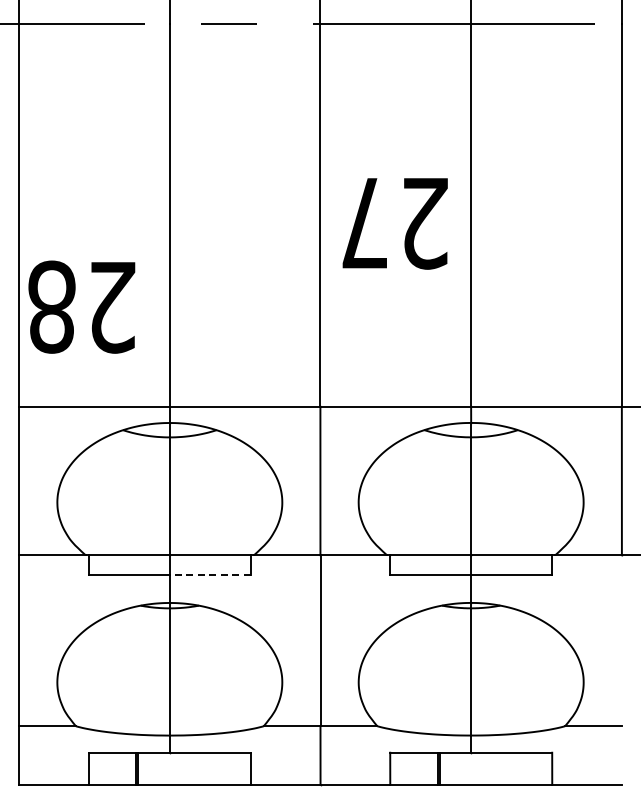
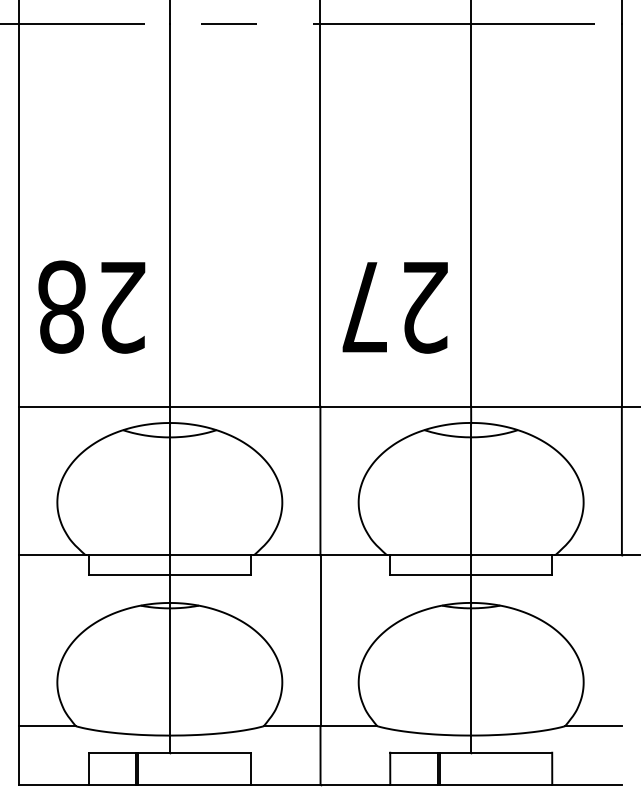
text at (394, 223) position: (394, 223) -> (394, 307)
text at (81, 306) position: (81, 306) -> (91, 306)
line at (209, 575): dashed -> solid
